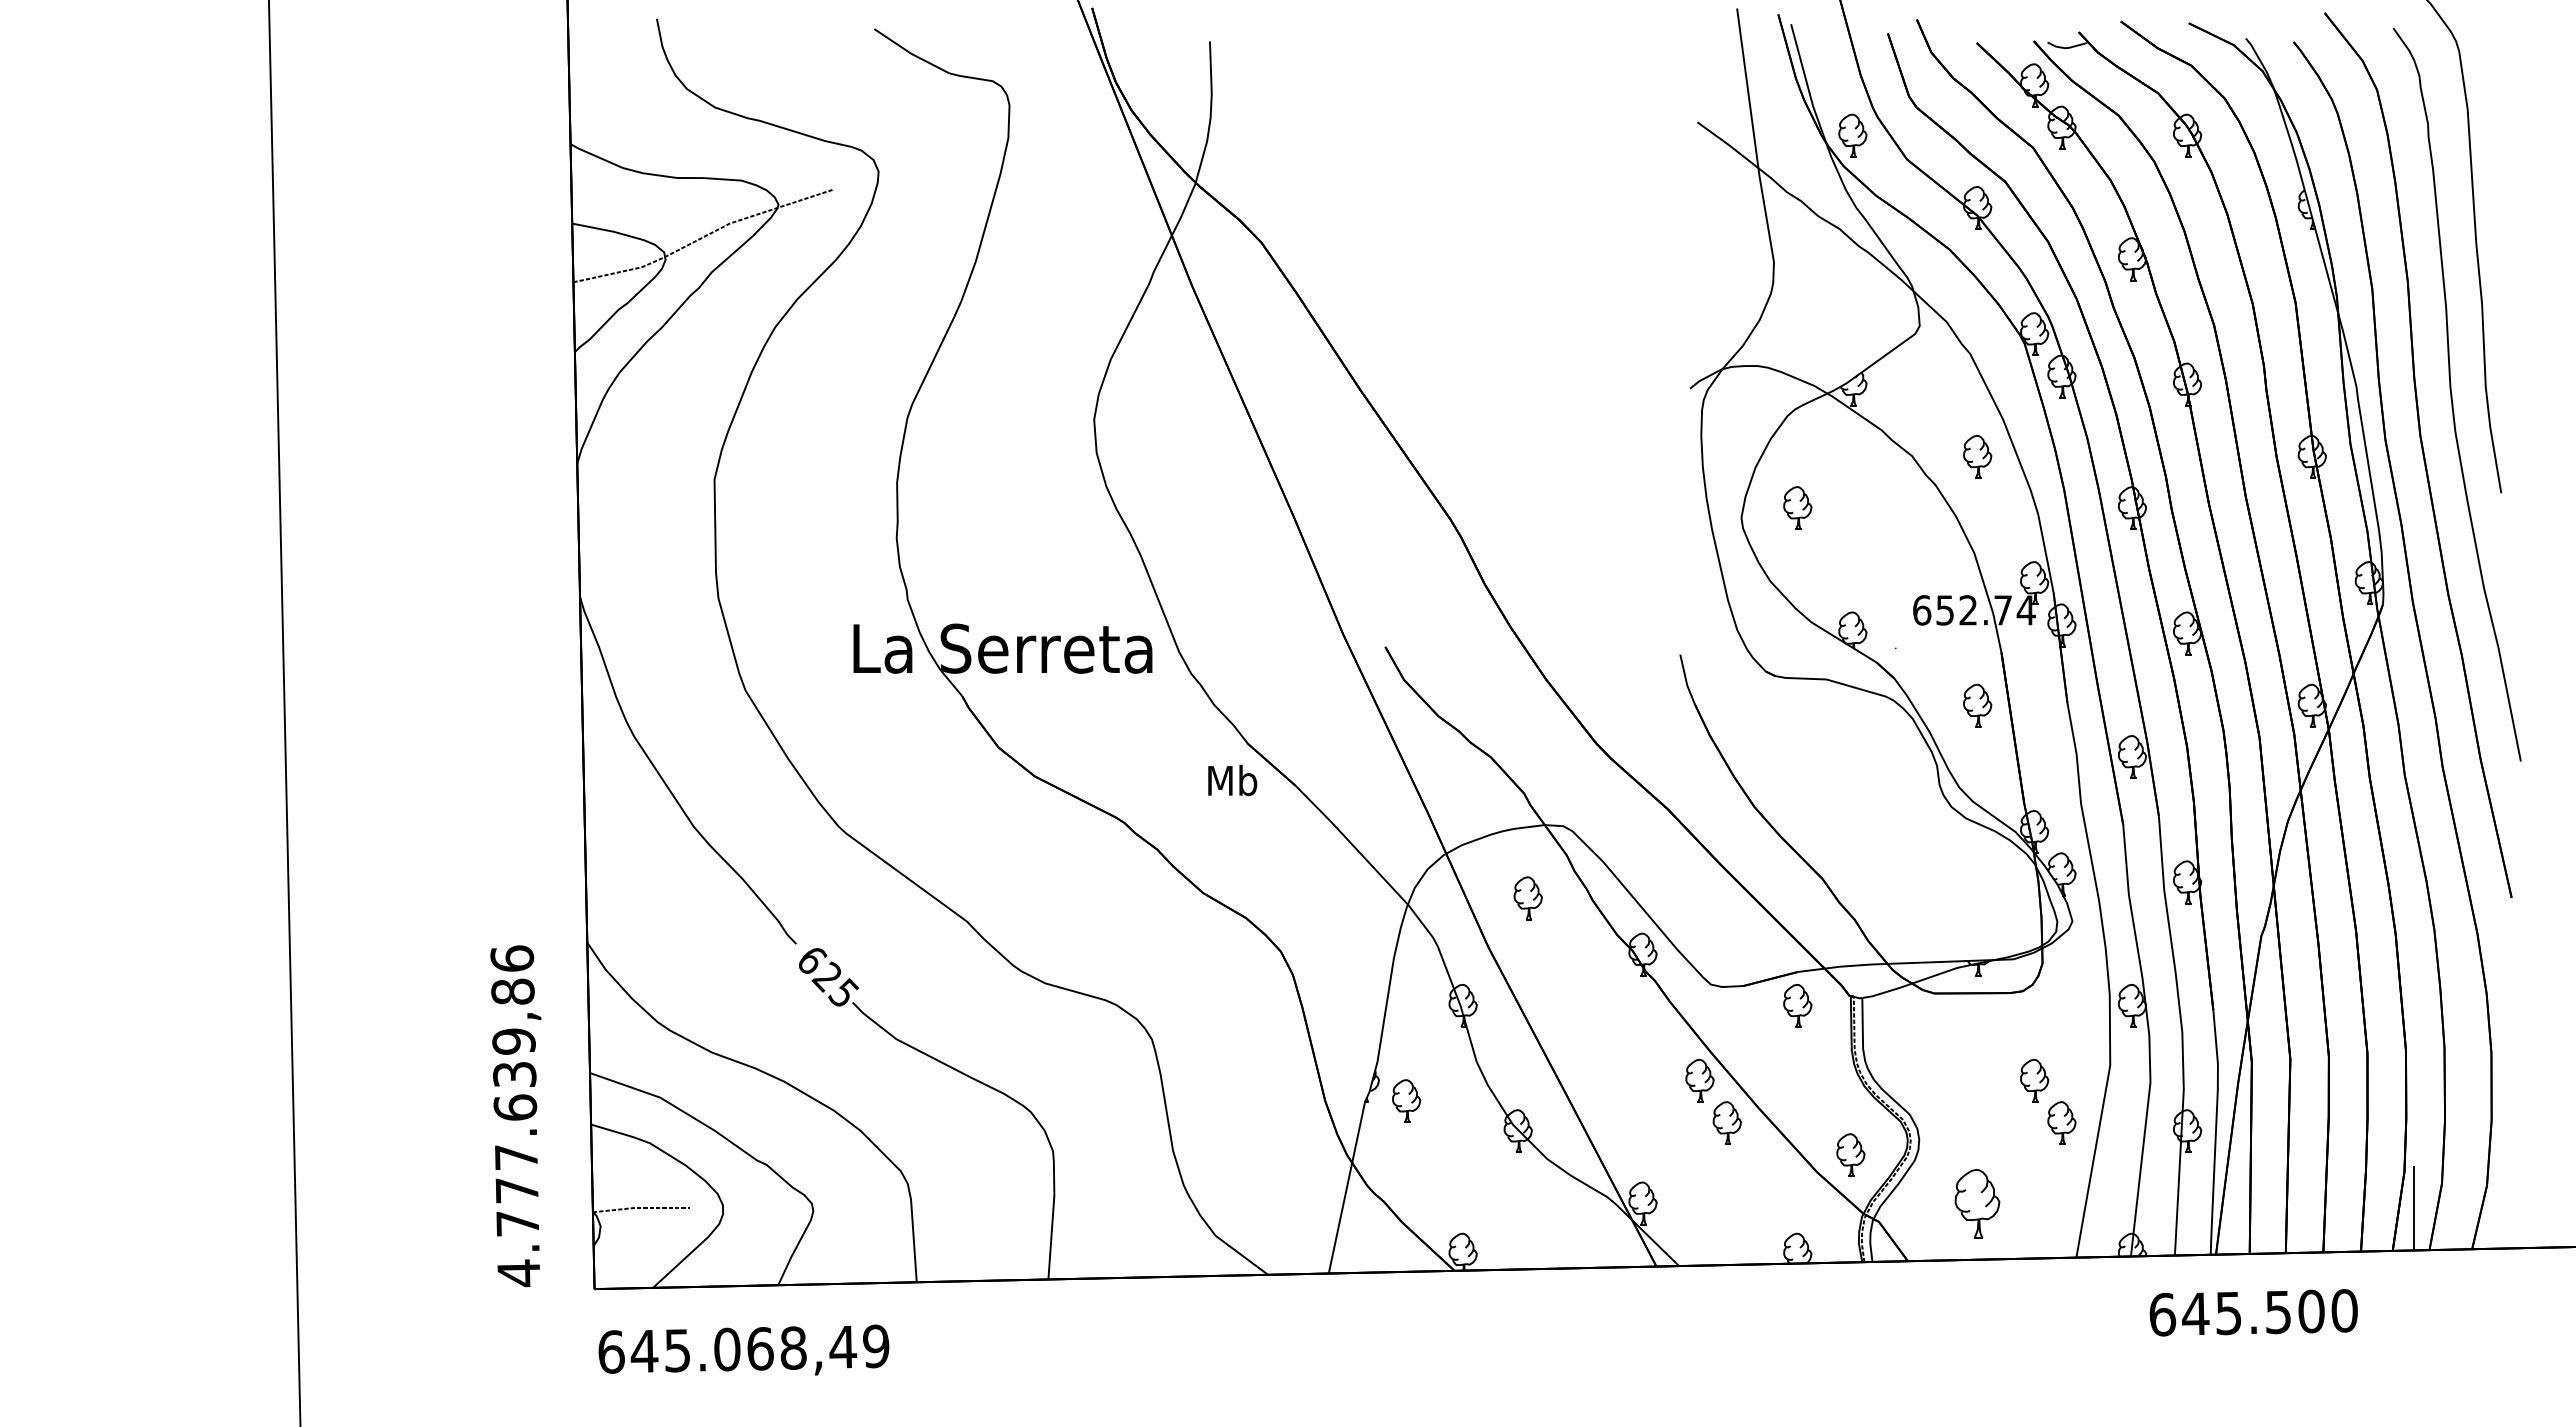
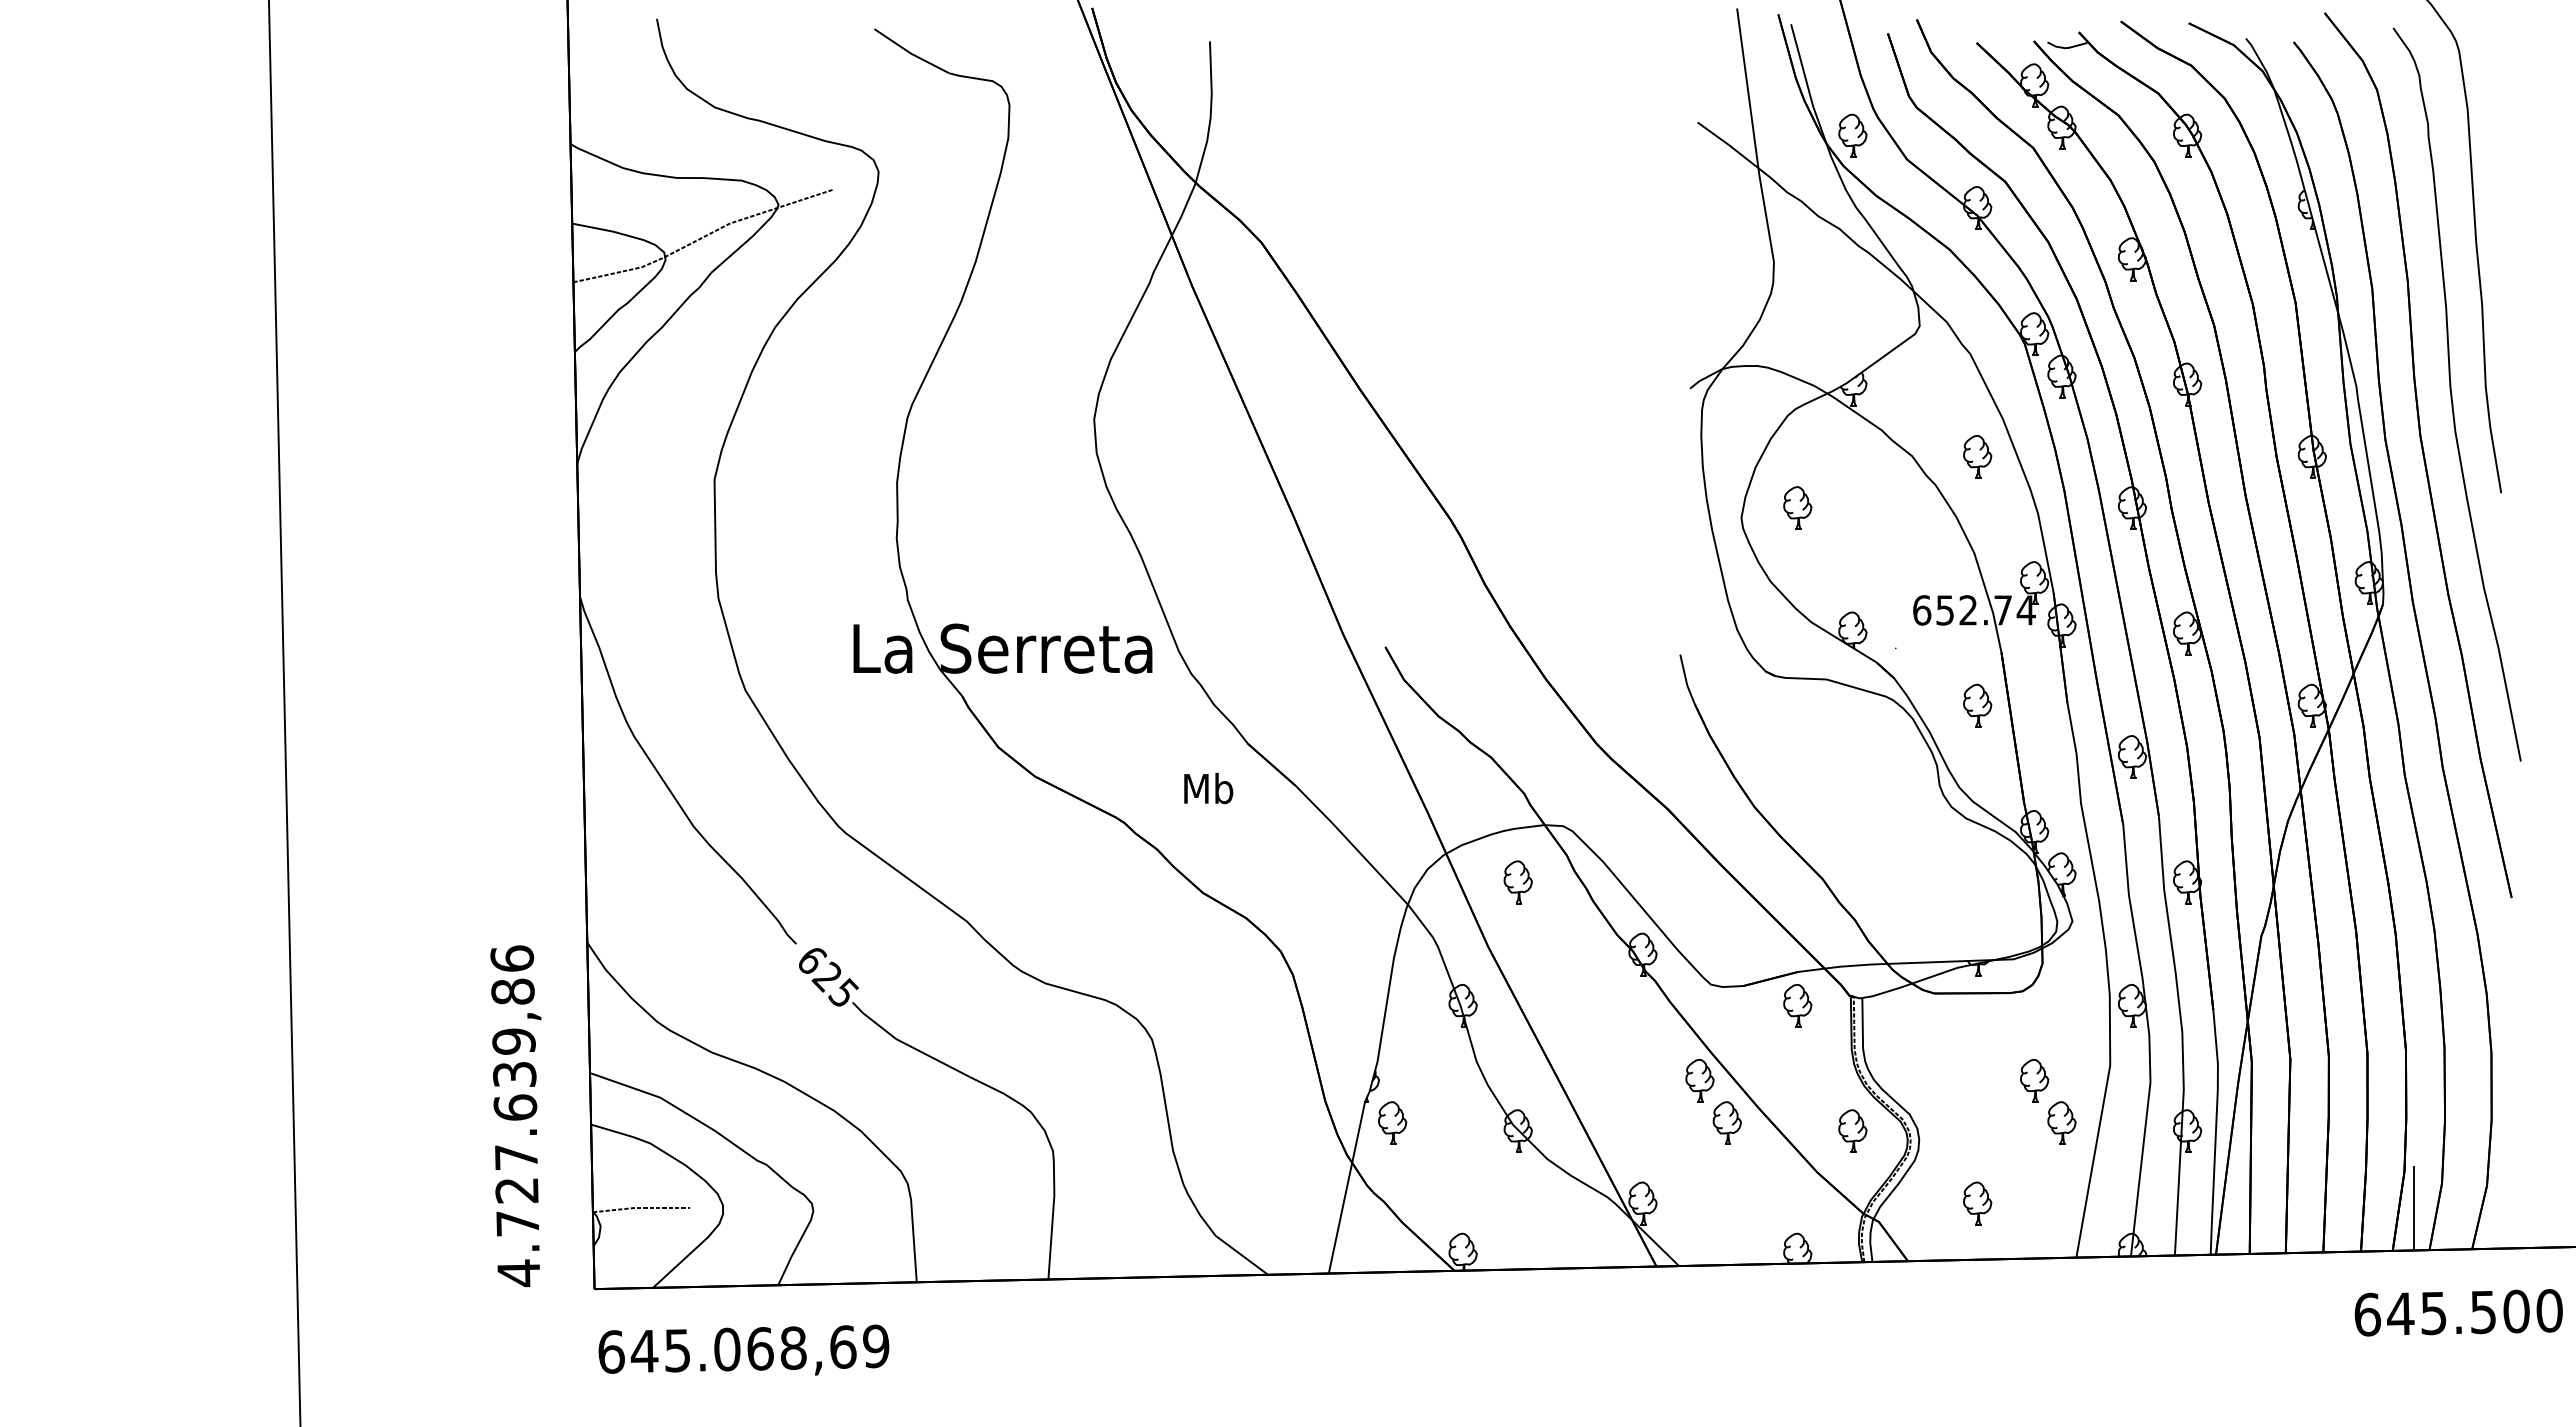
text at (1232, 780) position: (1232, 780) -> (1208, 788)
part at (1527, 898) position: (1527, 898) -> (1517, 882)
part at (1406, 1100) position: (1406, 1100) -> (1392, 1122)
part at (1850, 1154) position: (1850, 1154) -> (1852, 1130)
text at (516, 1190): 4.777.639,86 -> 4.727.639,86
part at (1977, 1203) size: 47x70 px -> 30x45 px
text at (2253, 1312) position: (2253, 1312) -> (2458, 1312)
text at (843, 1346): 645.068,49 -> 645.068,69
